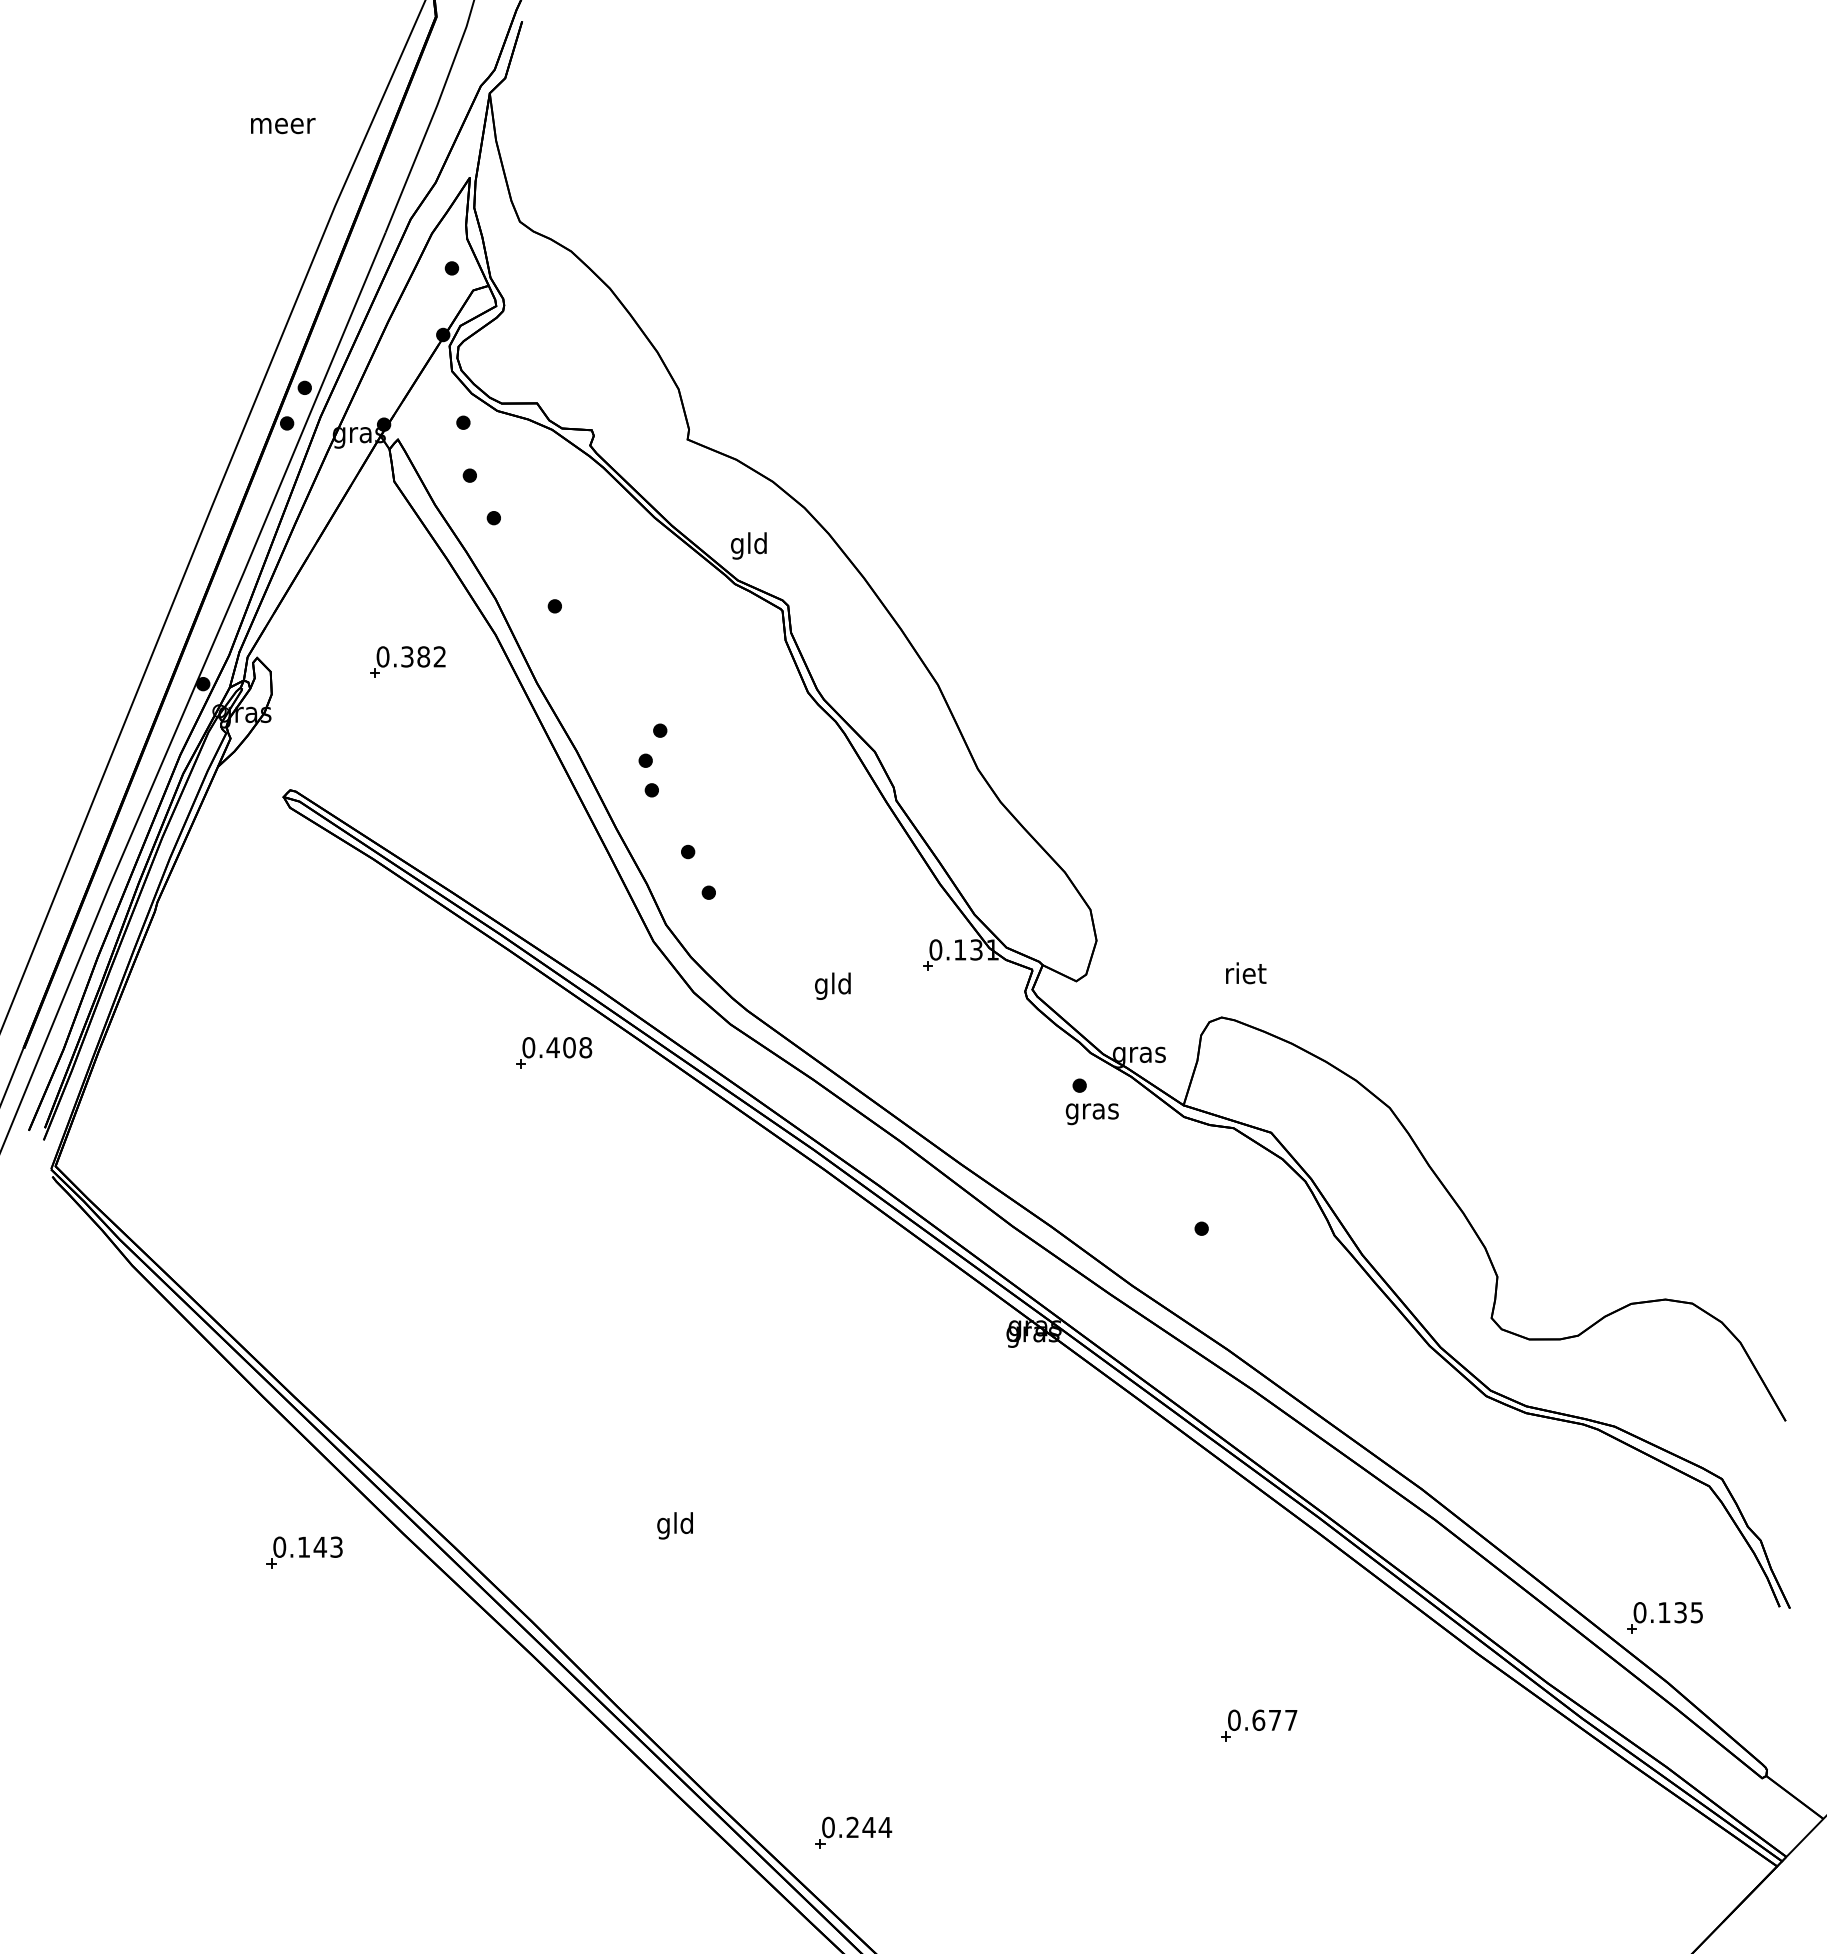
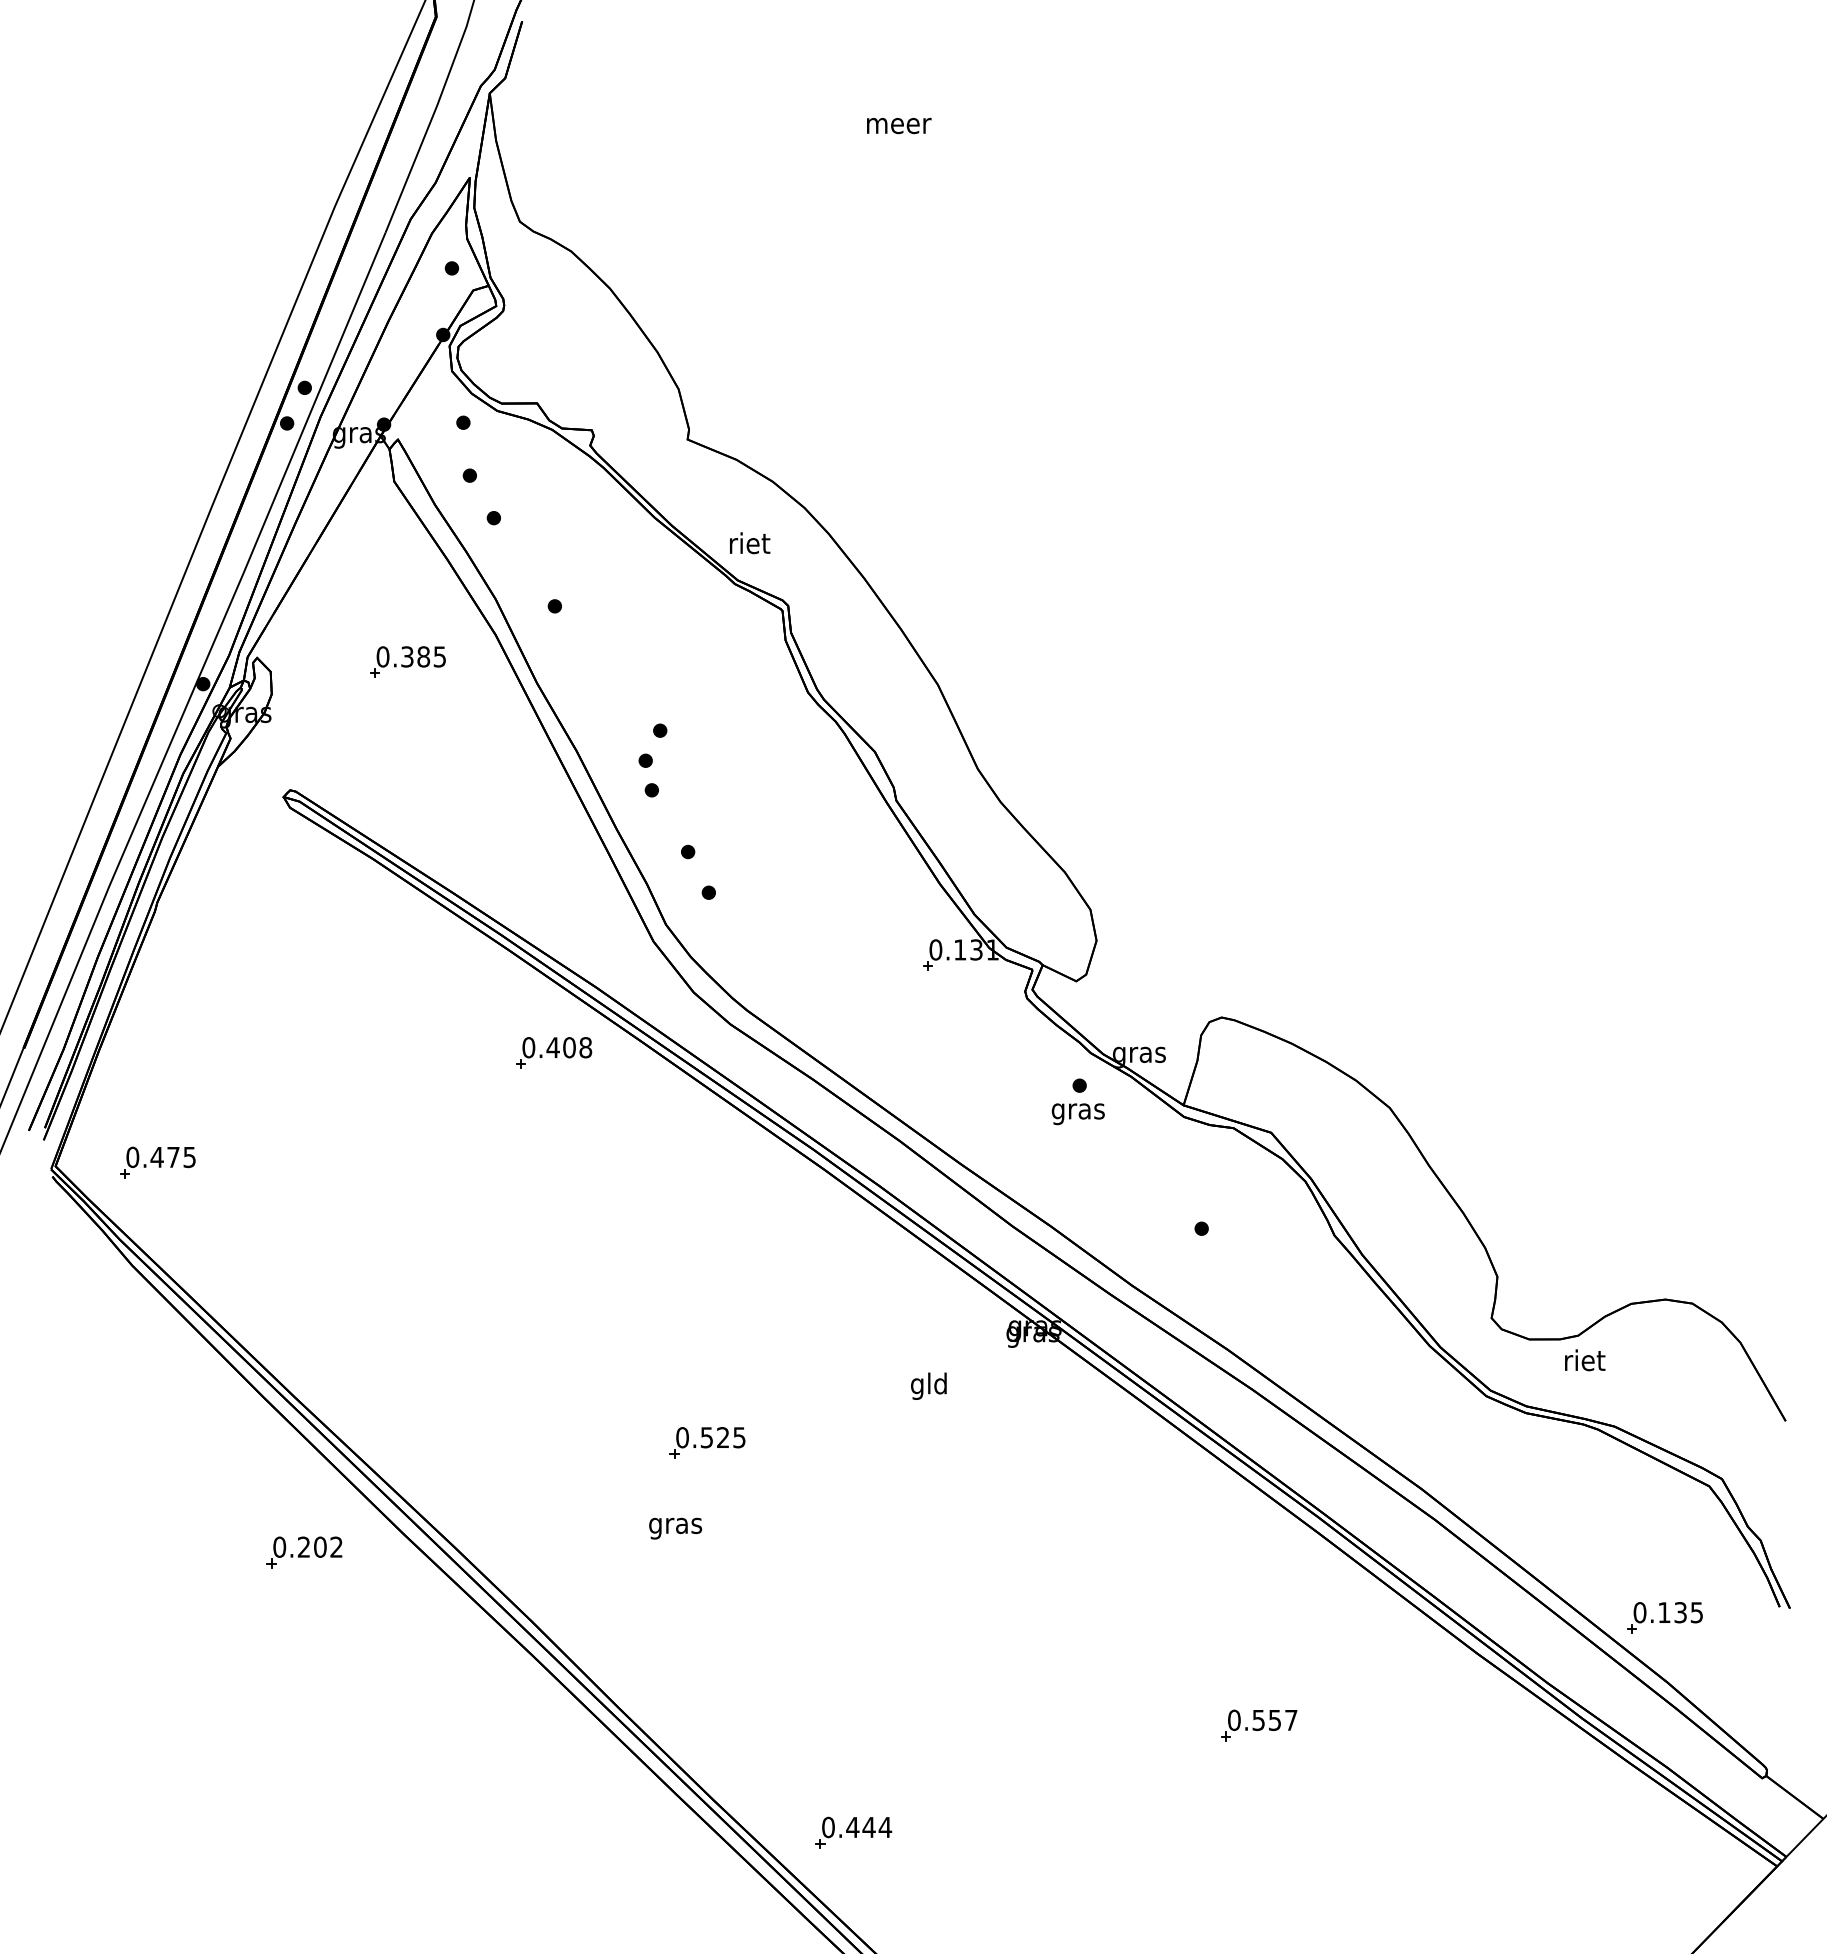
text at (283, 126) position: (283, 126) -> (899, 126)
text at (750, 545): gld -> riet
text at (439, 656): 0.382 -> 0.385
text at (1246, 973) position: (1246, 973) -> (1585, 1360)
text at (832, 985) position: (832, 985) -> (928, 1385)
text at (1091, 1114) position: (1091, 1114) -> (1077, 1114)
part at (157, 1162): none -> present
part at (707, 1442): none -> present
text at (675, 1525): gld -> gras
text at (319, 1546): 0.143 -> 0.202
text at (1266, 1720): 0.677 -> 0.557
text at (852, 1826): 0.244 -> 0.444
